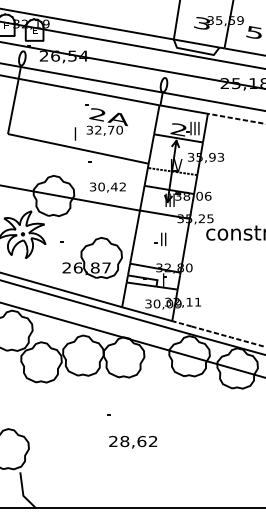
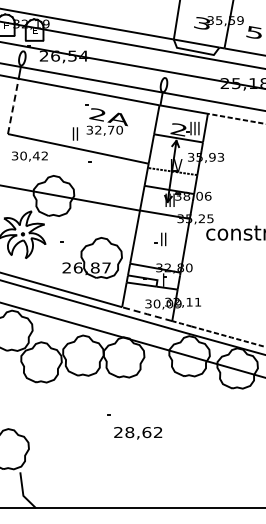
line at (13, 106): solid -> dashed
text at (75, 133): I -> II
text at (107, 187) position: (107, 187) -> (29, 156)
line at (147, 314): solid -> dashed
text at (133, 442) position: (133, 442) -> (138, 433)
